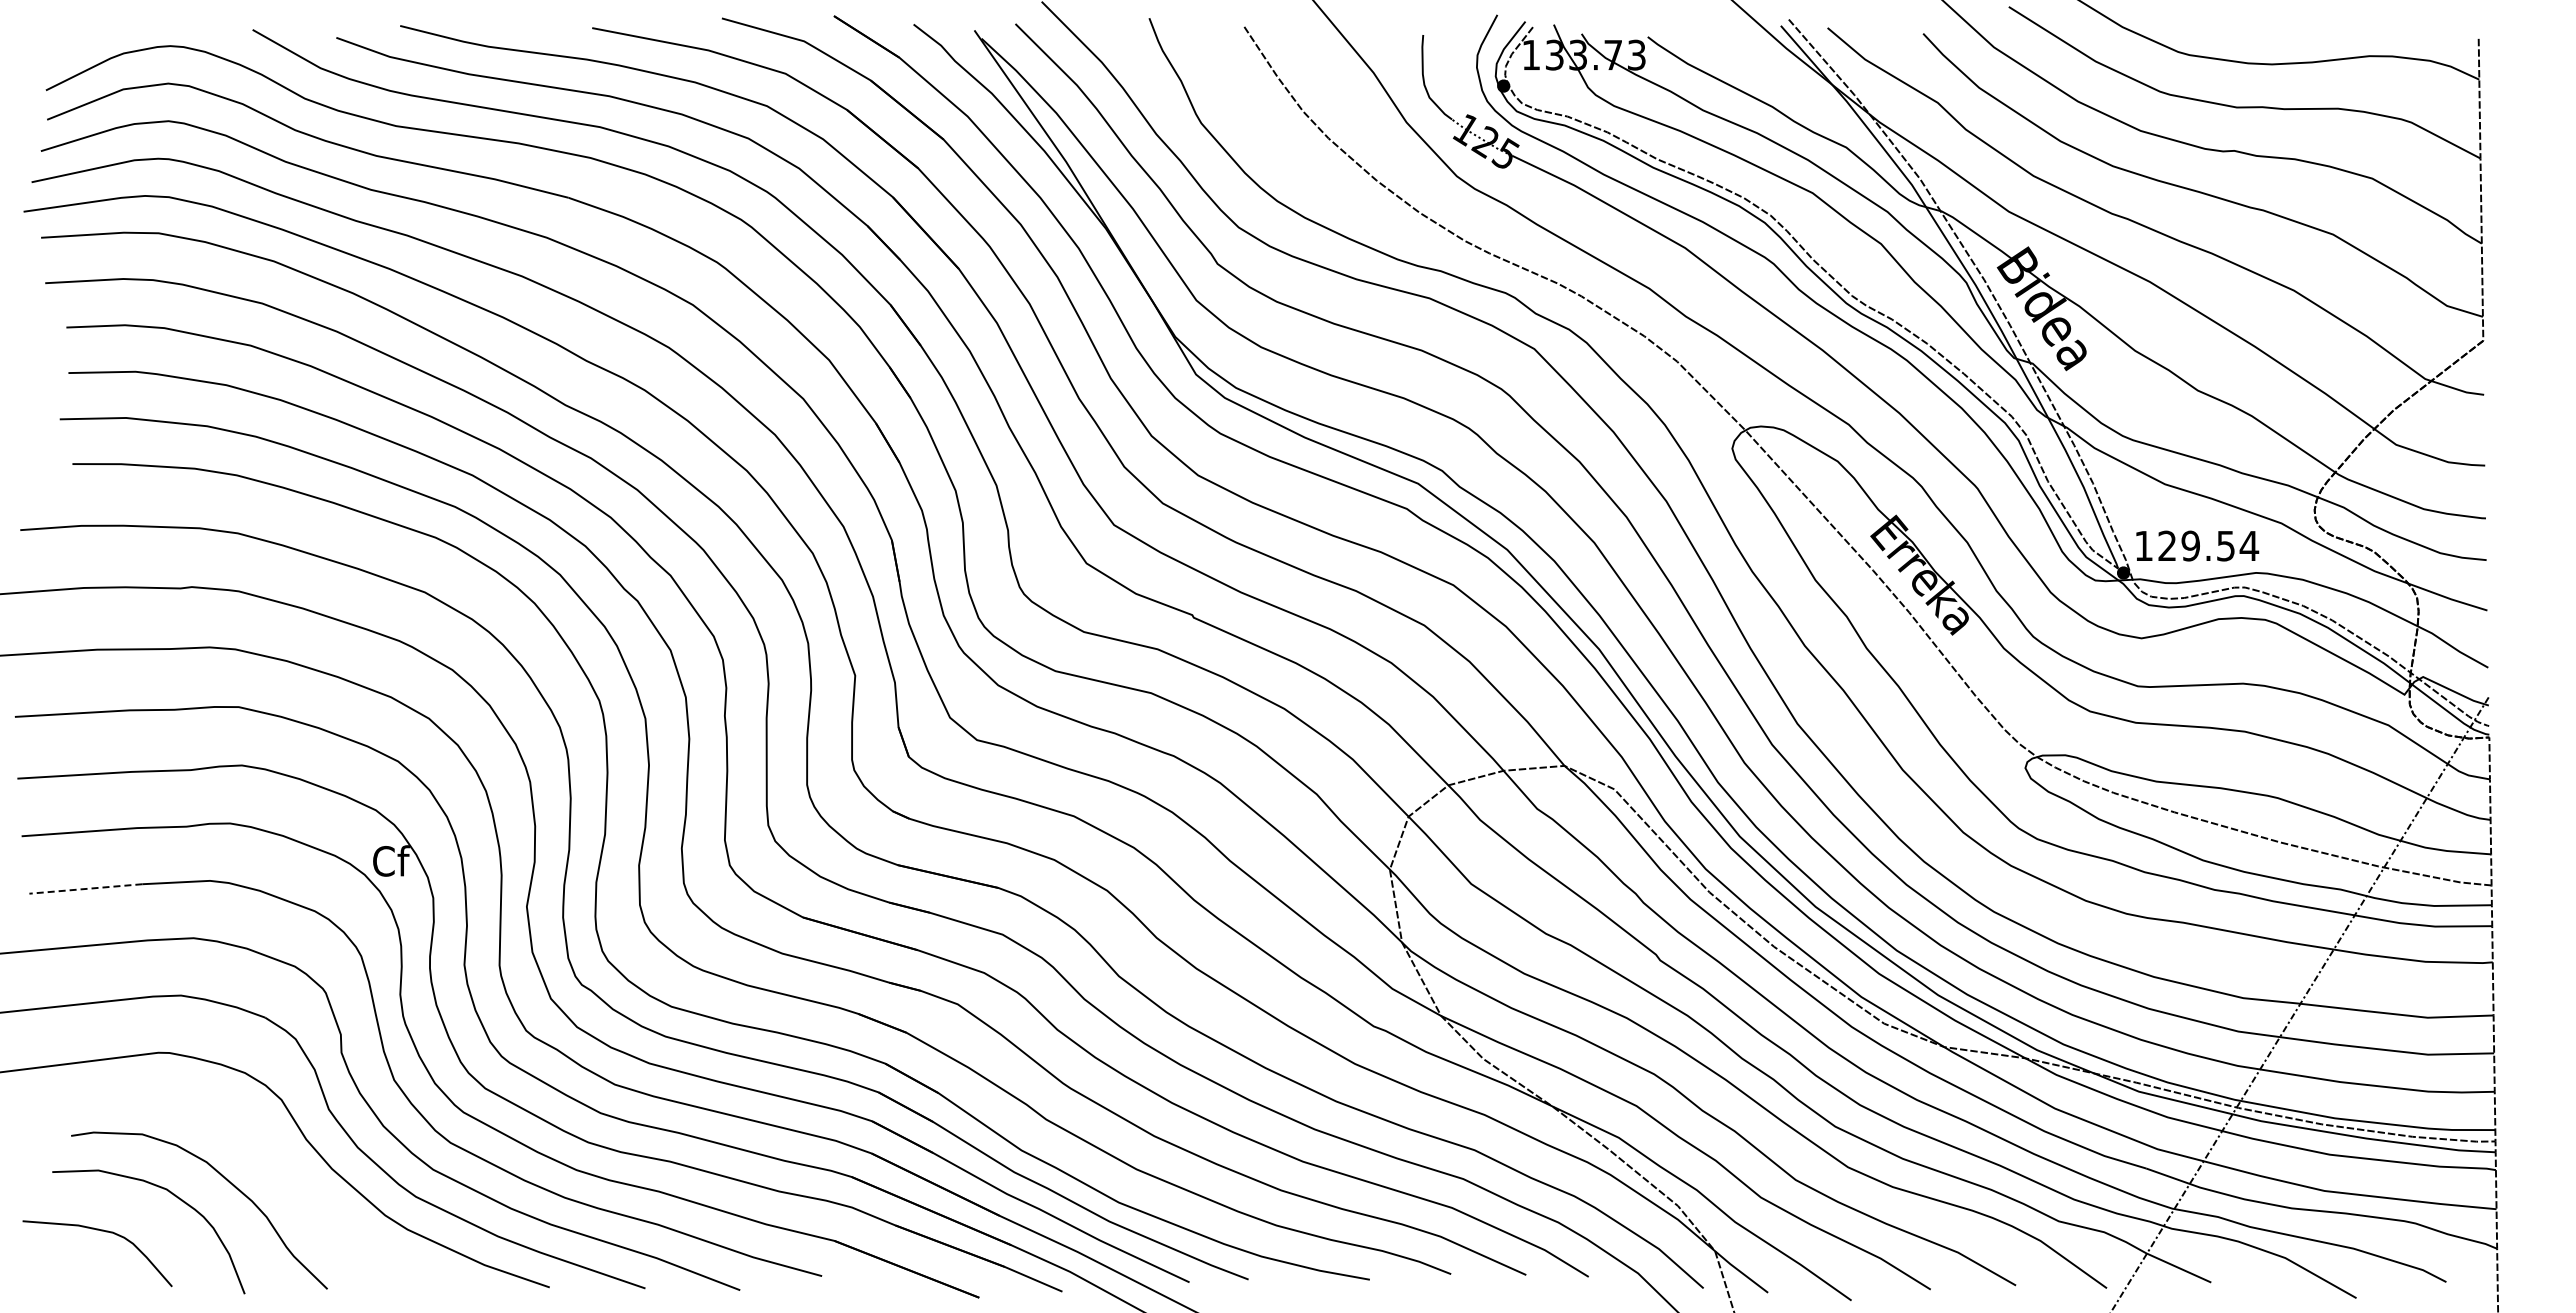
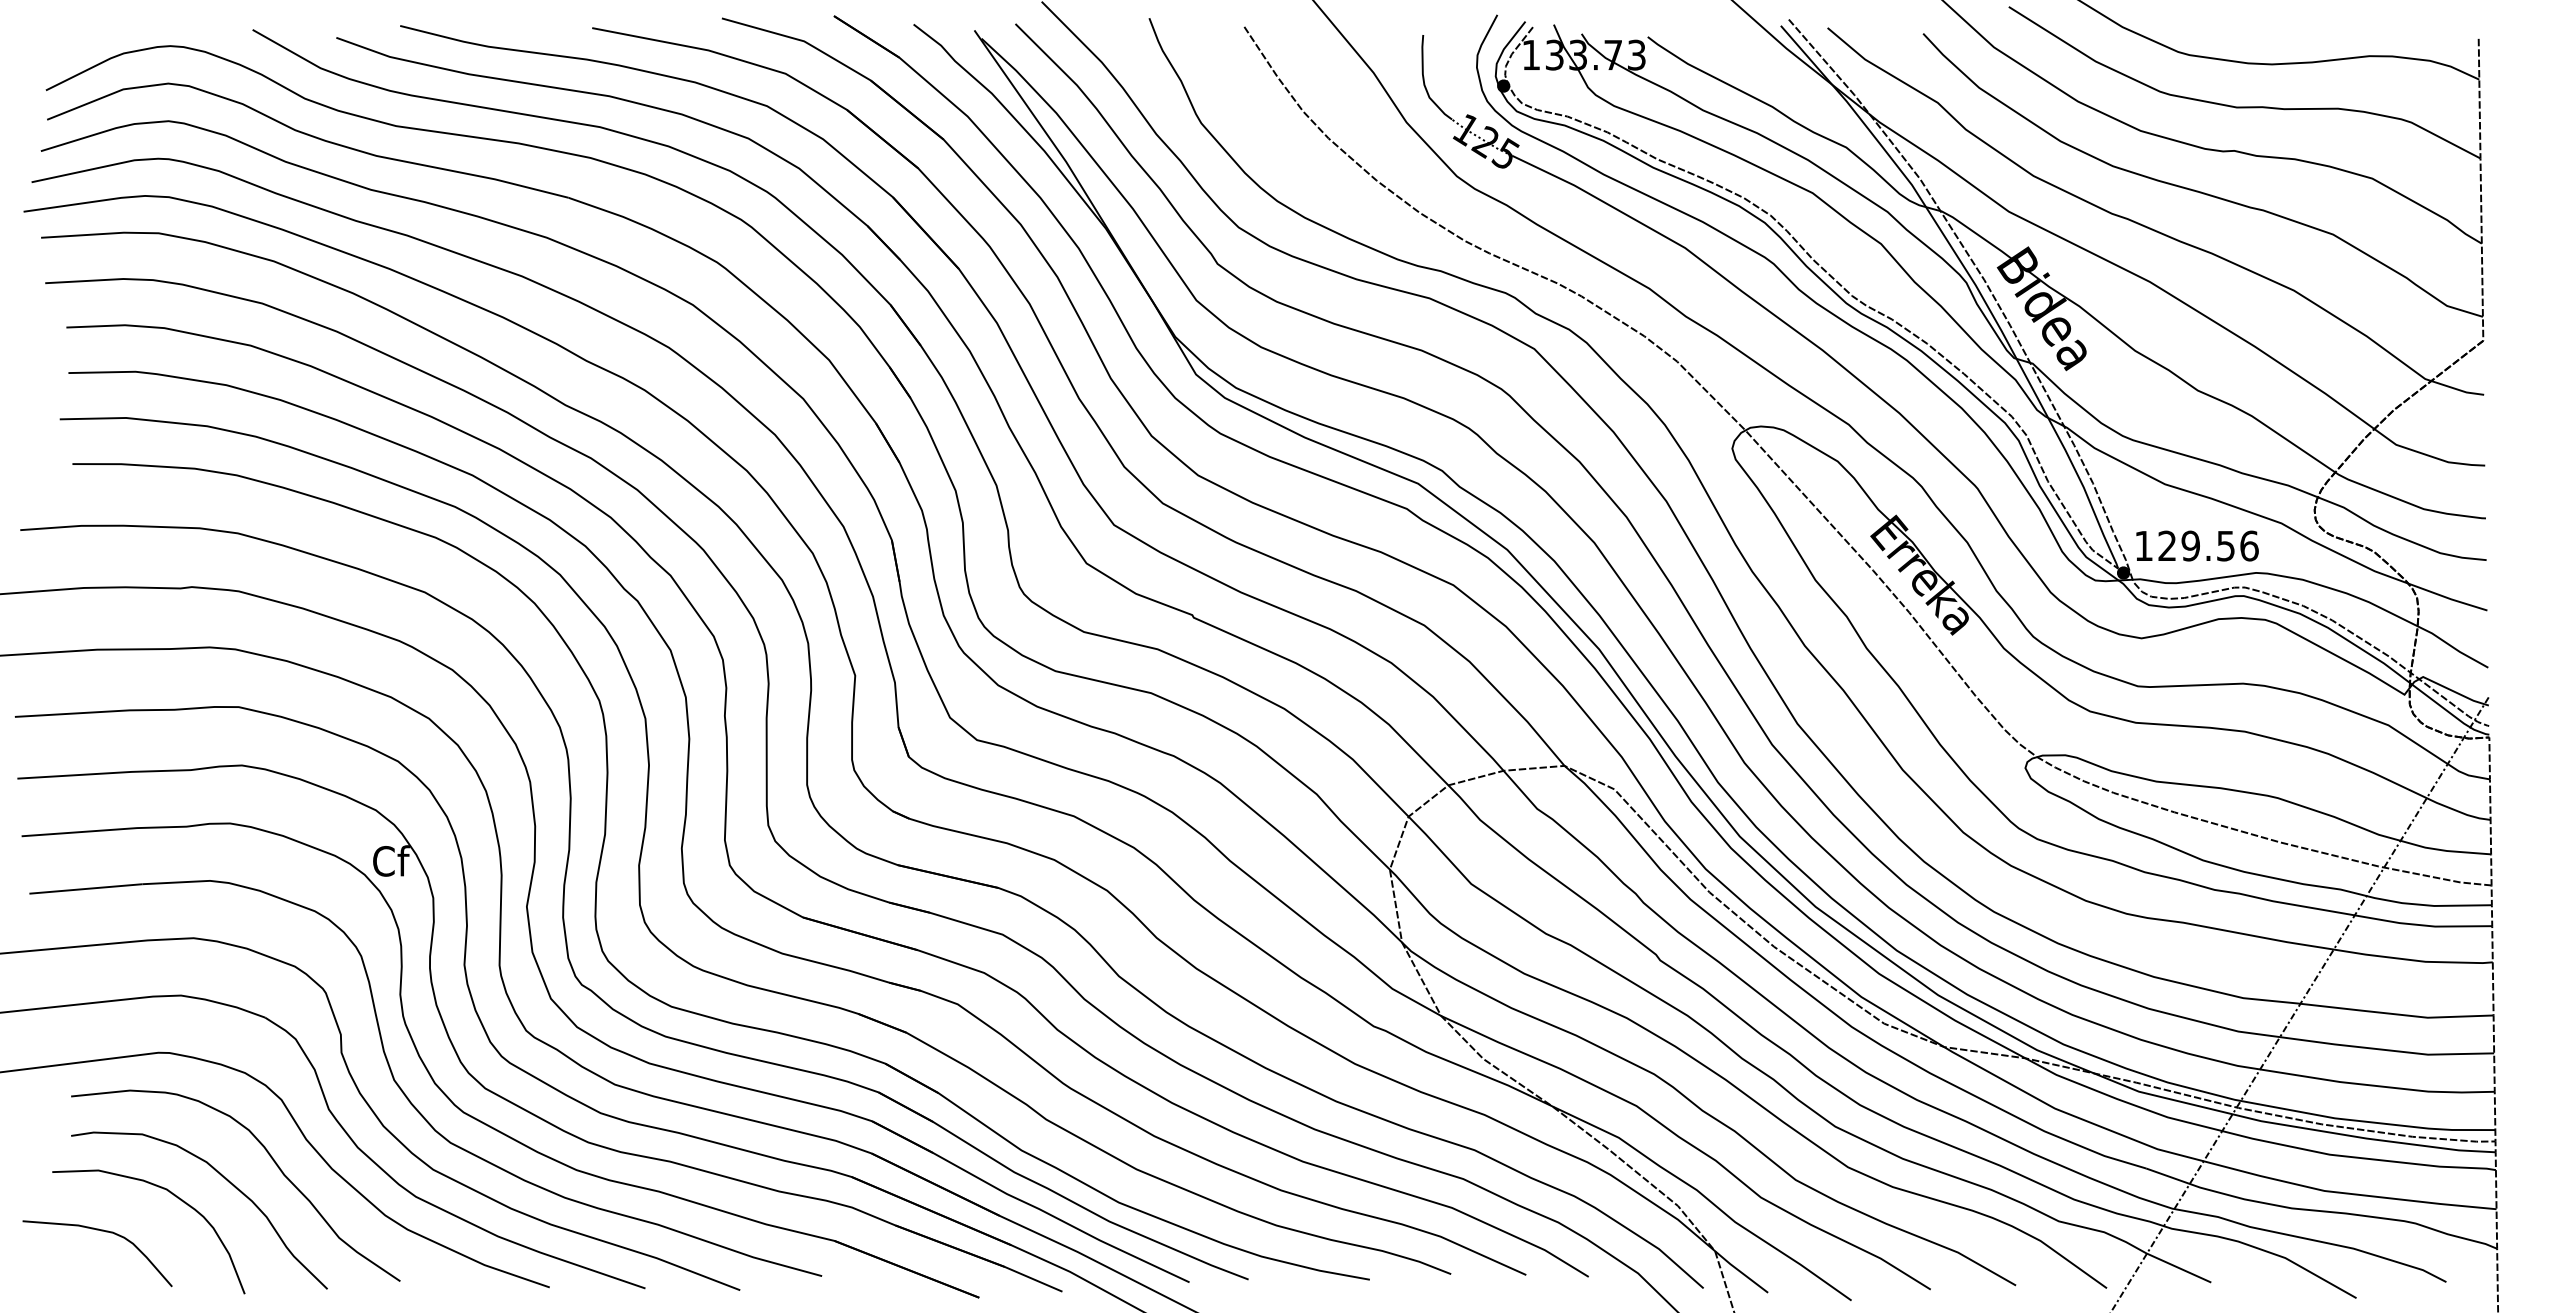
text at (2249, 545): 129.54 -> 129.56
line at (85, 888): dashed -> solid
curve at (272, 1160): none -> present
